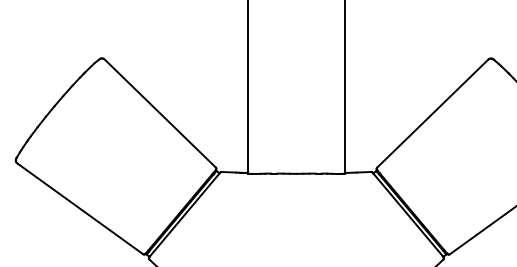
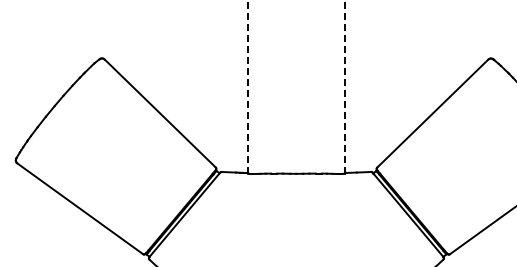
line at (248, 86): solid -> dashed
line at (344, 86): solid -> dashed
